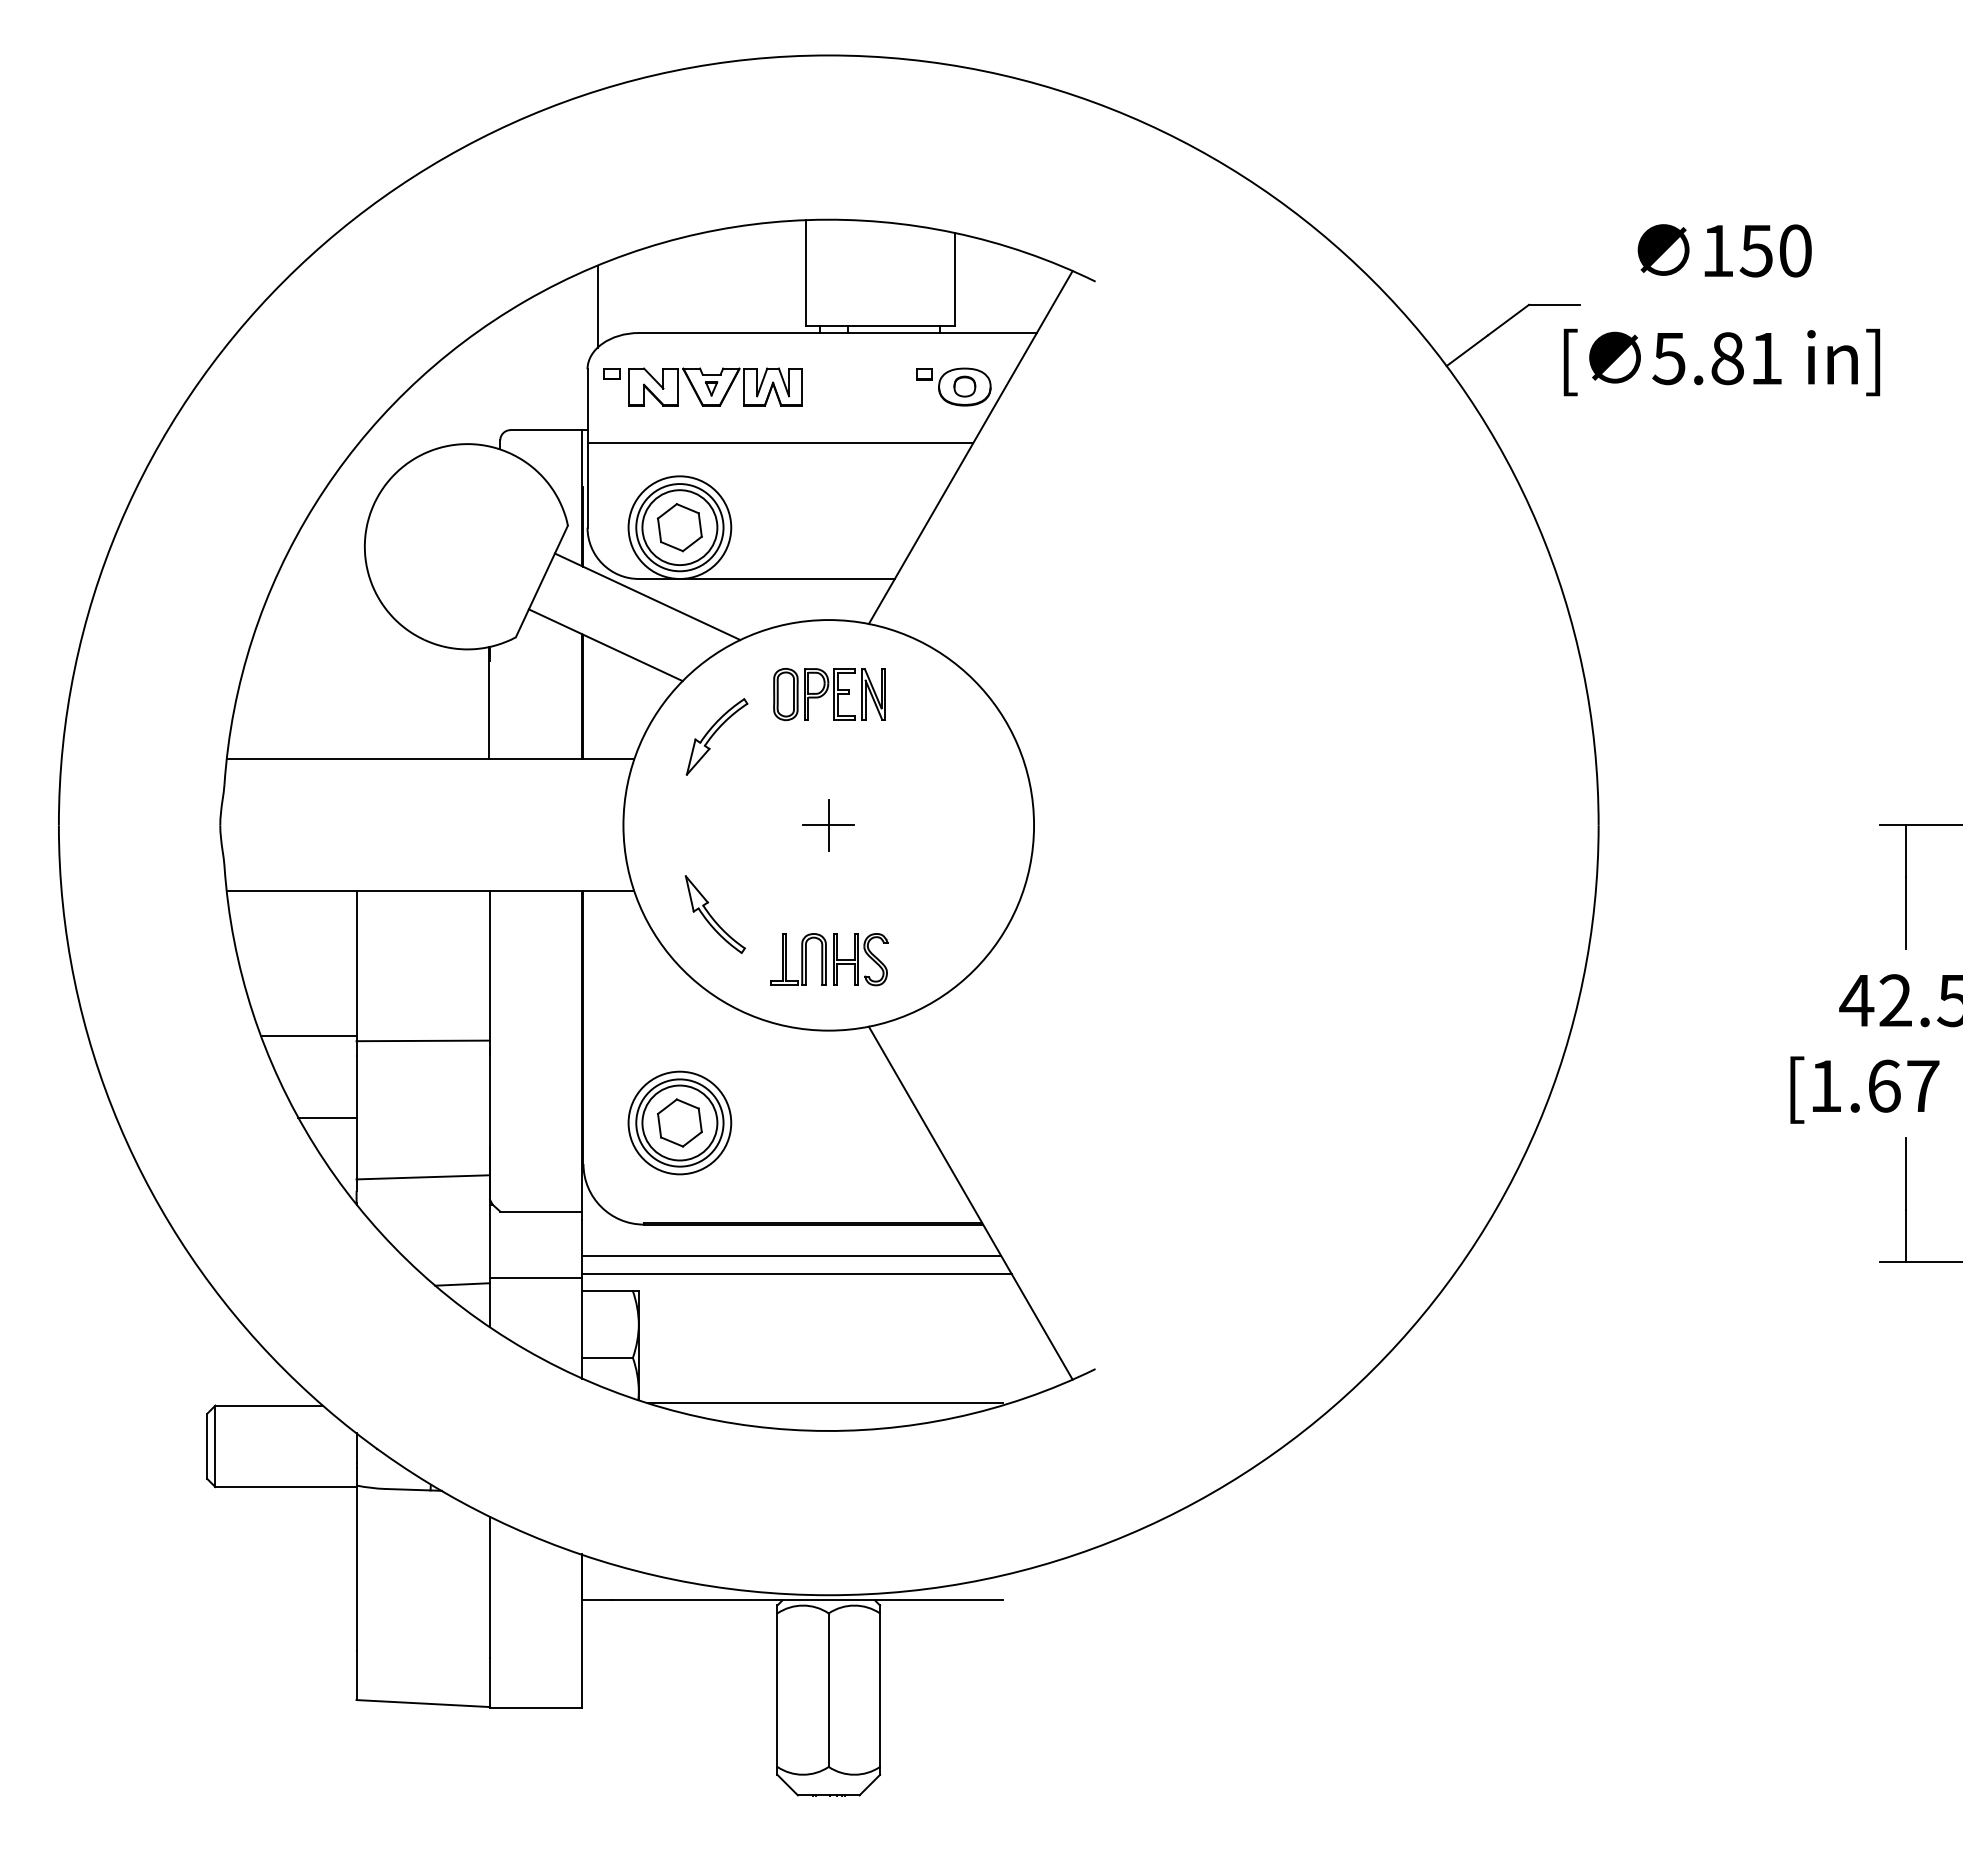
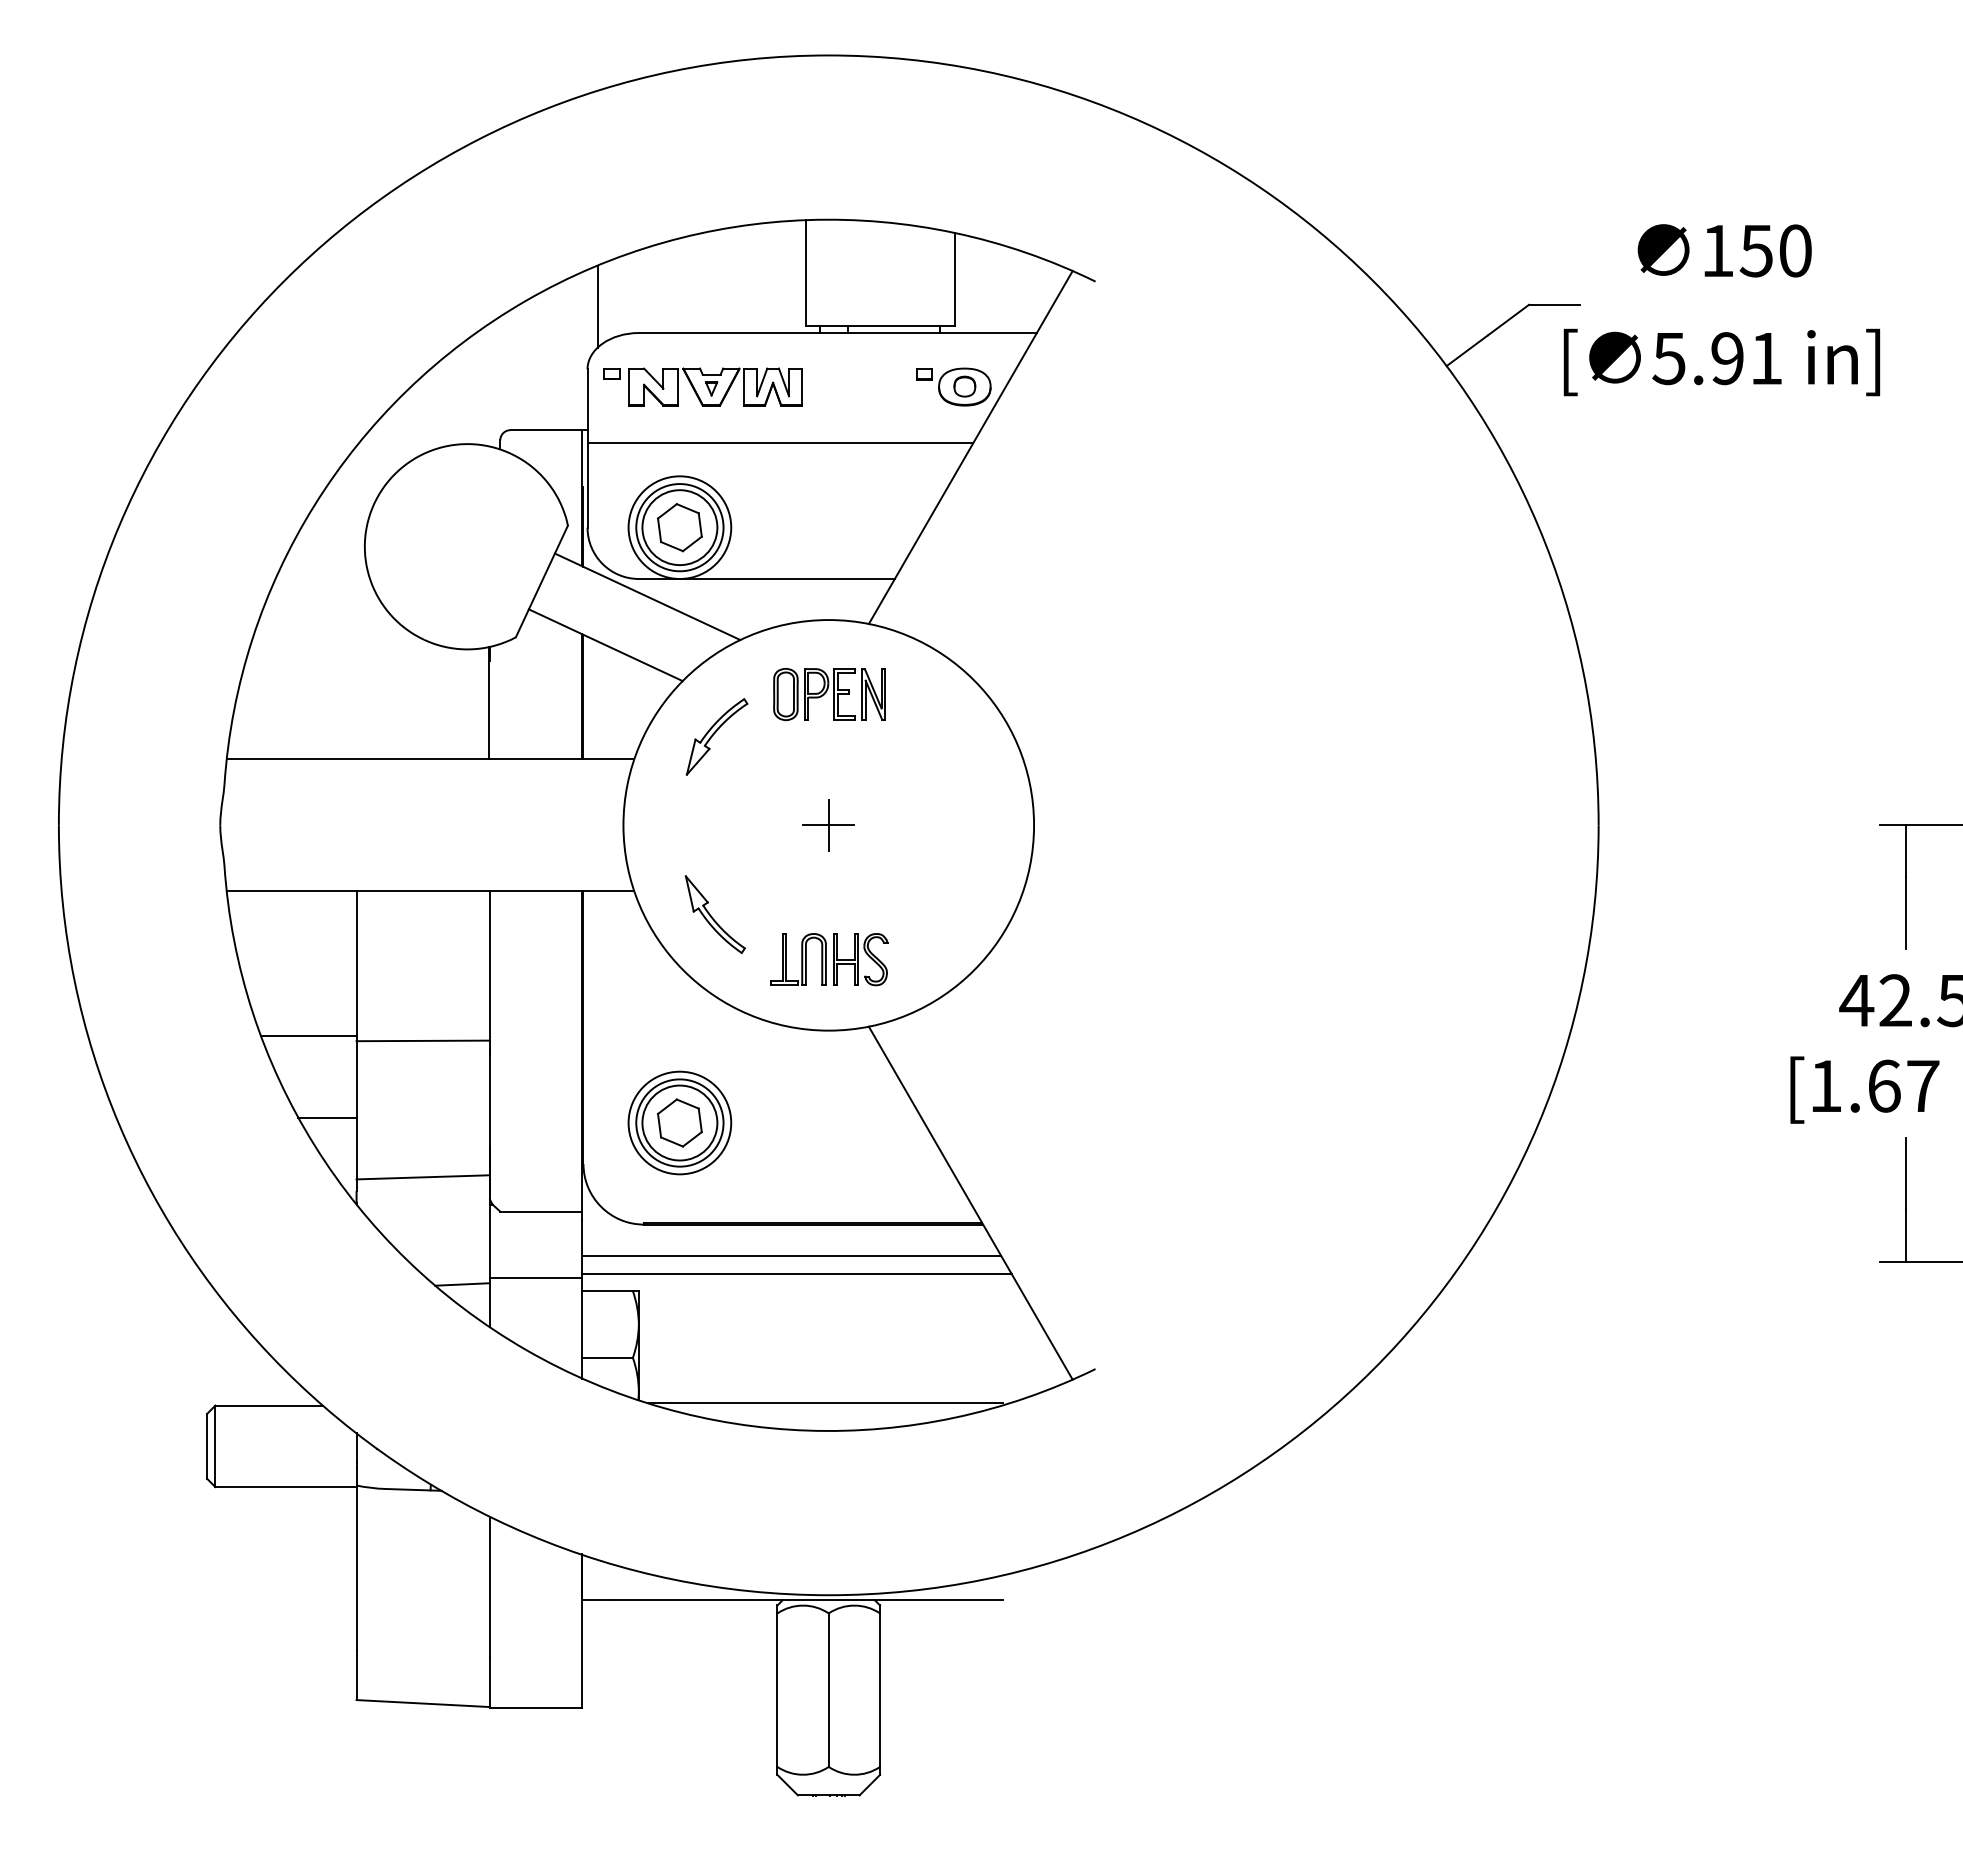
text at (1727, 358): 5.81 -> 5.91
